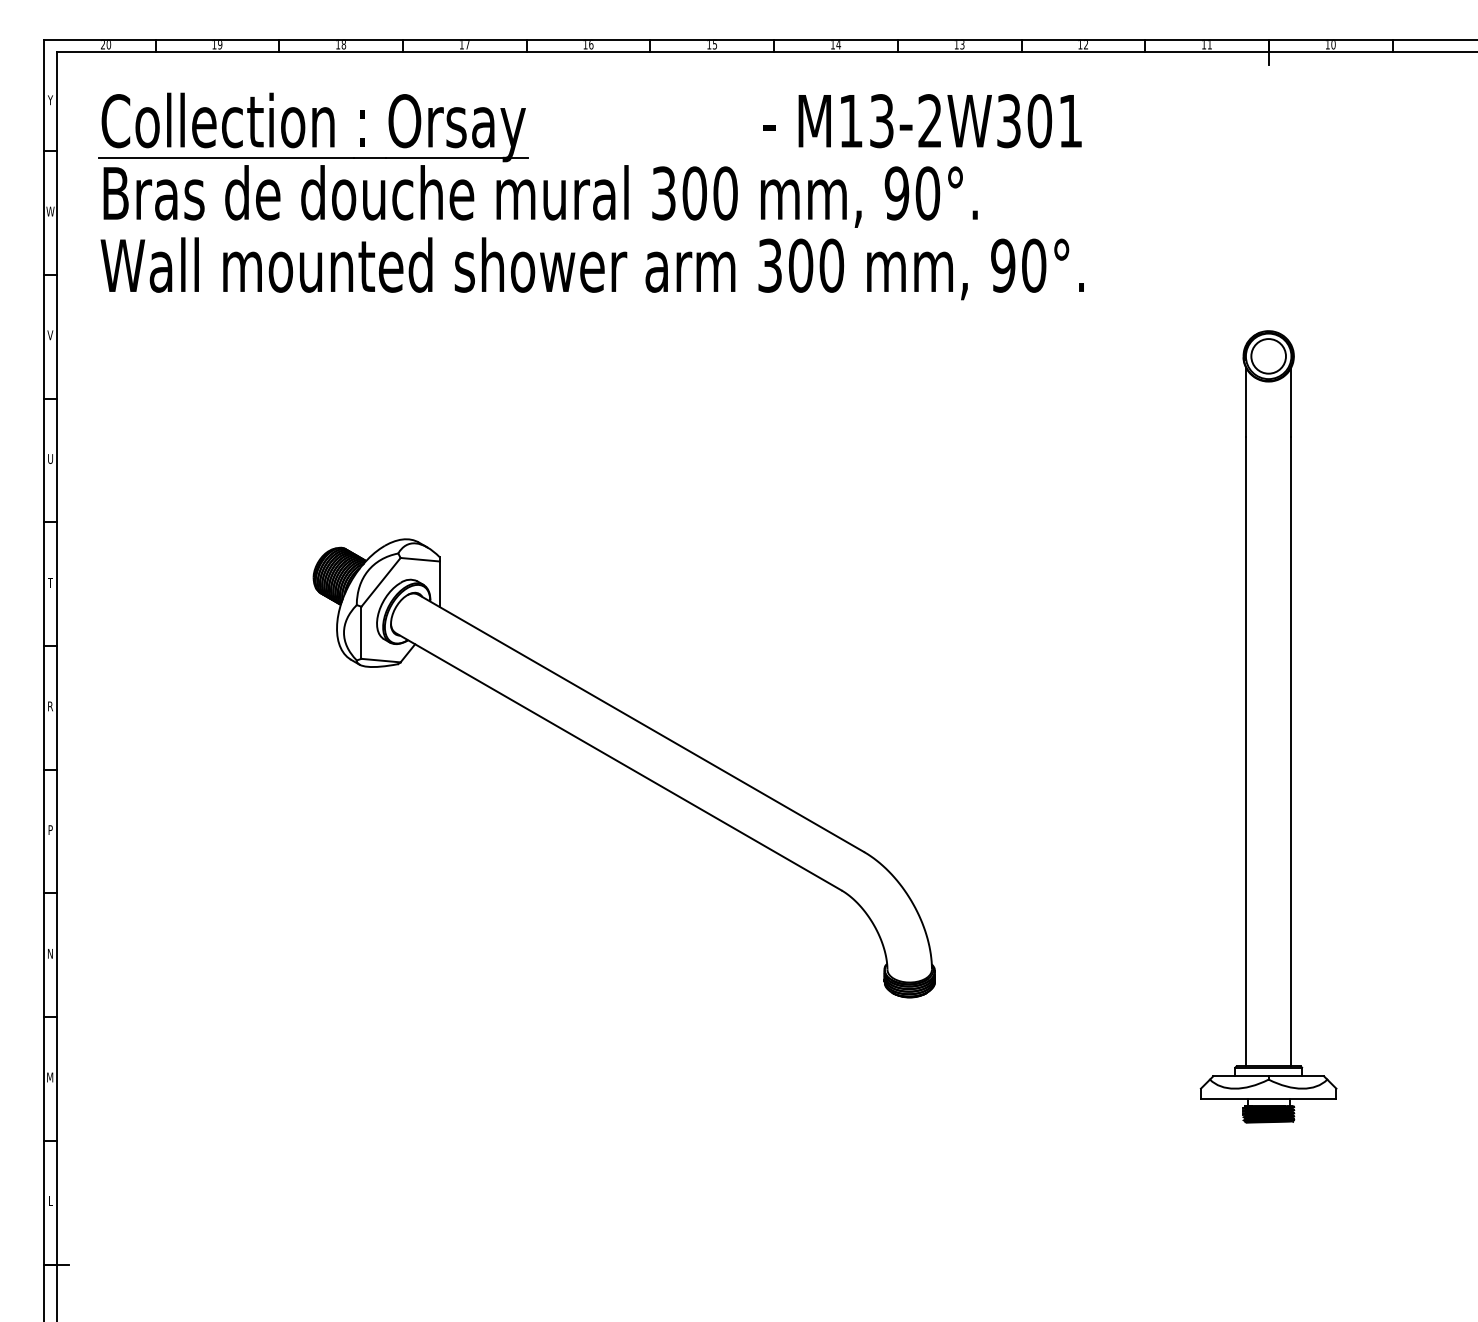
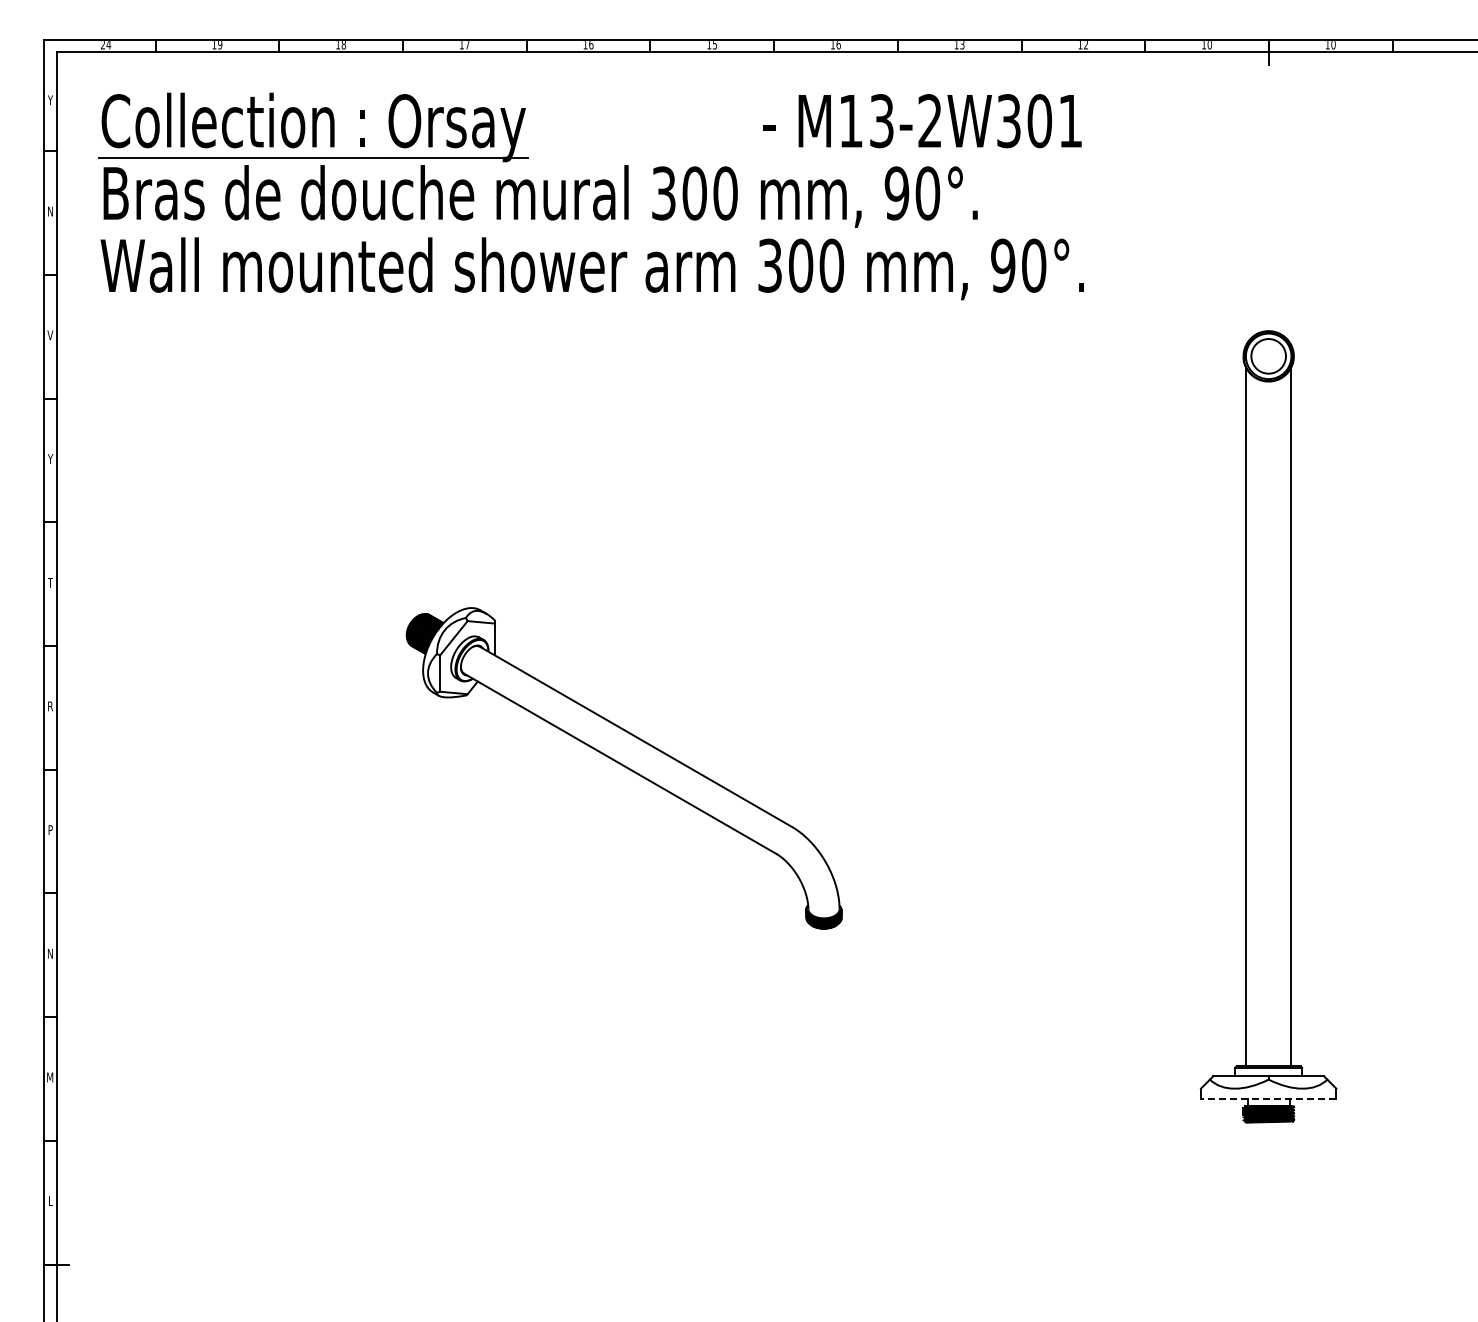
text at (108, 45): 20 -> 24
text at (838, 45): 14 -> 16
text at (1209, 45): 11 -> 10
text at (50, 210): W -> N
text at (50, 459): U -> Y
part at (623, 768) size: 624x461 px -> 438x323 px
line at (1268, 1098): solid -> dashed
